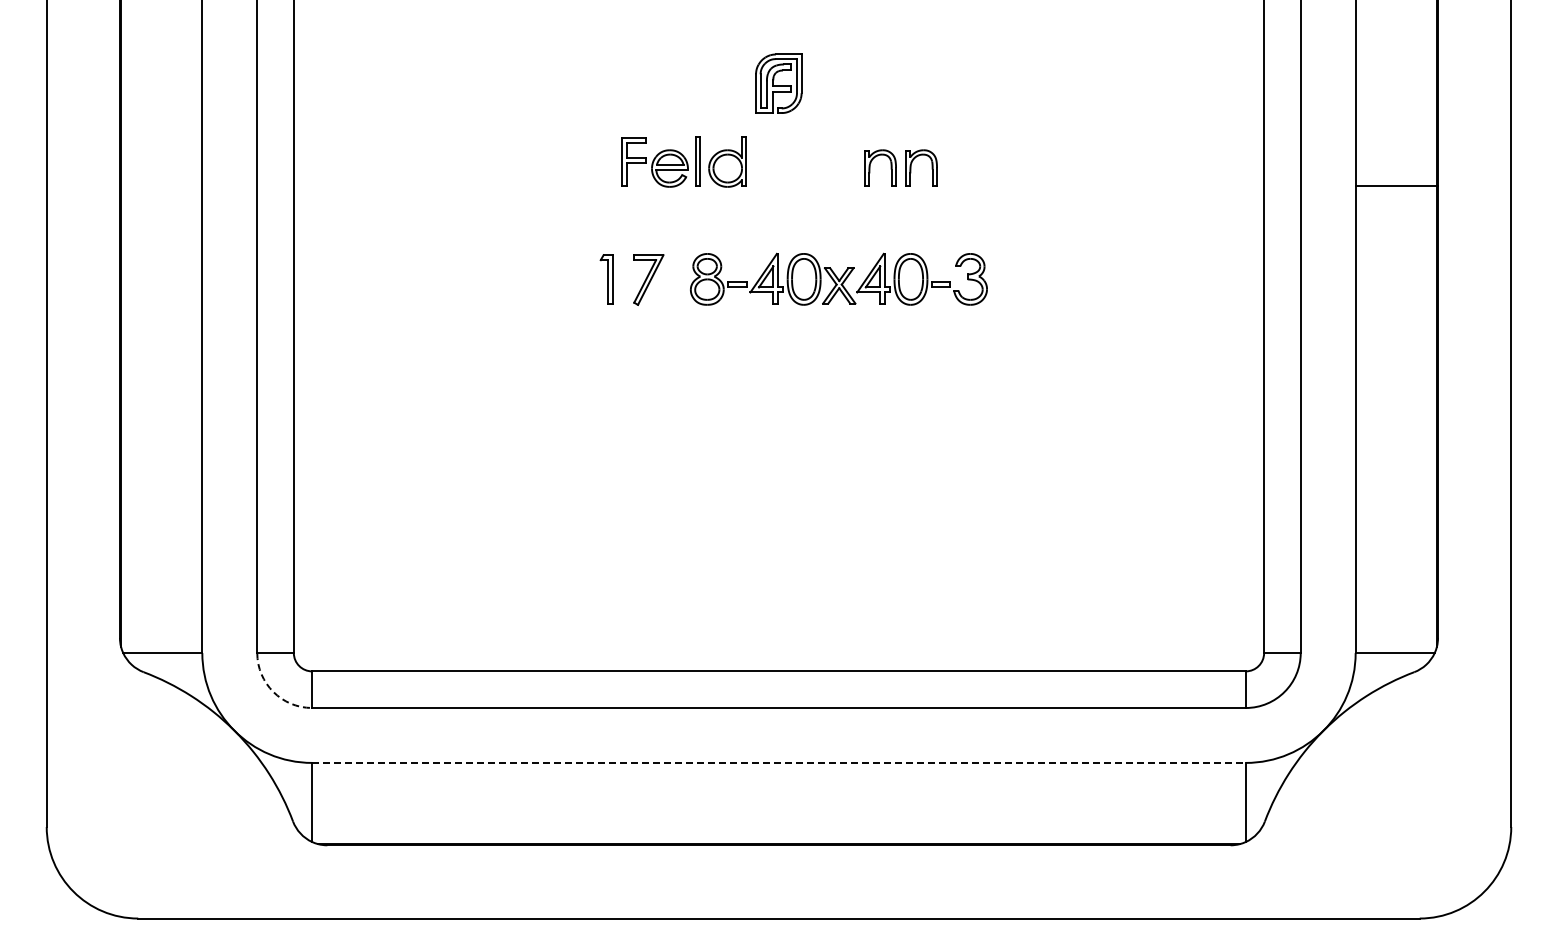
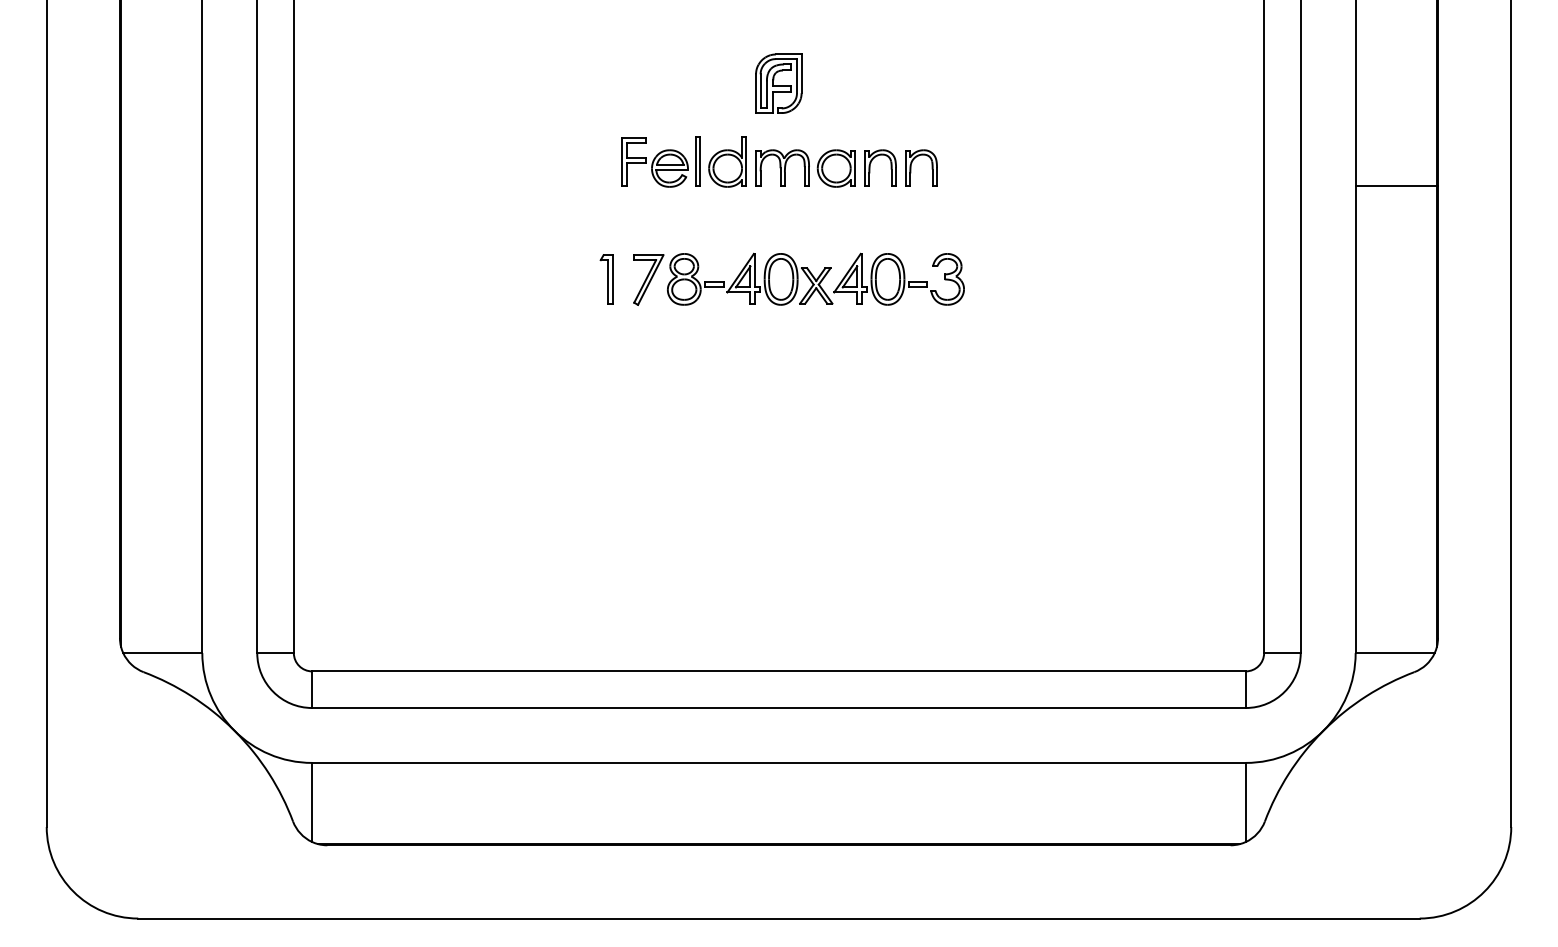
part at (805, 168): none -> present
part at (838, 278) position: (838, 278) -> (815, 278)
arc at (273, 691): dashed -> solid
line at (779, 762): dashed -> solid
